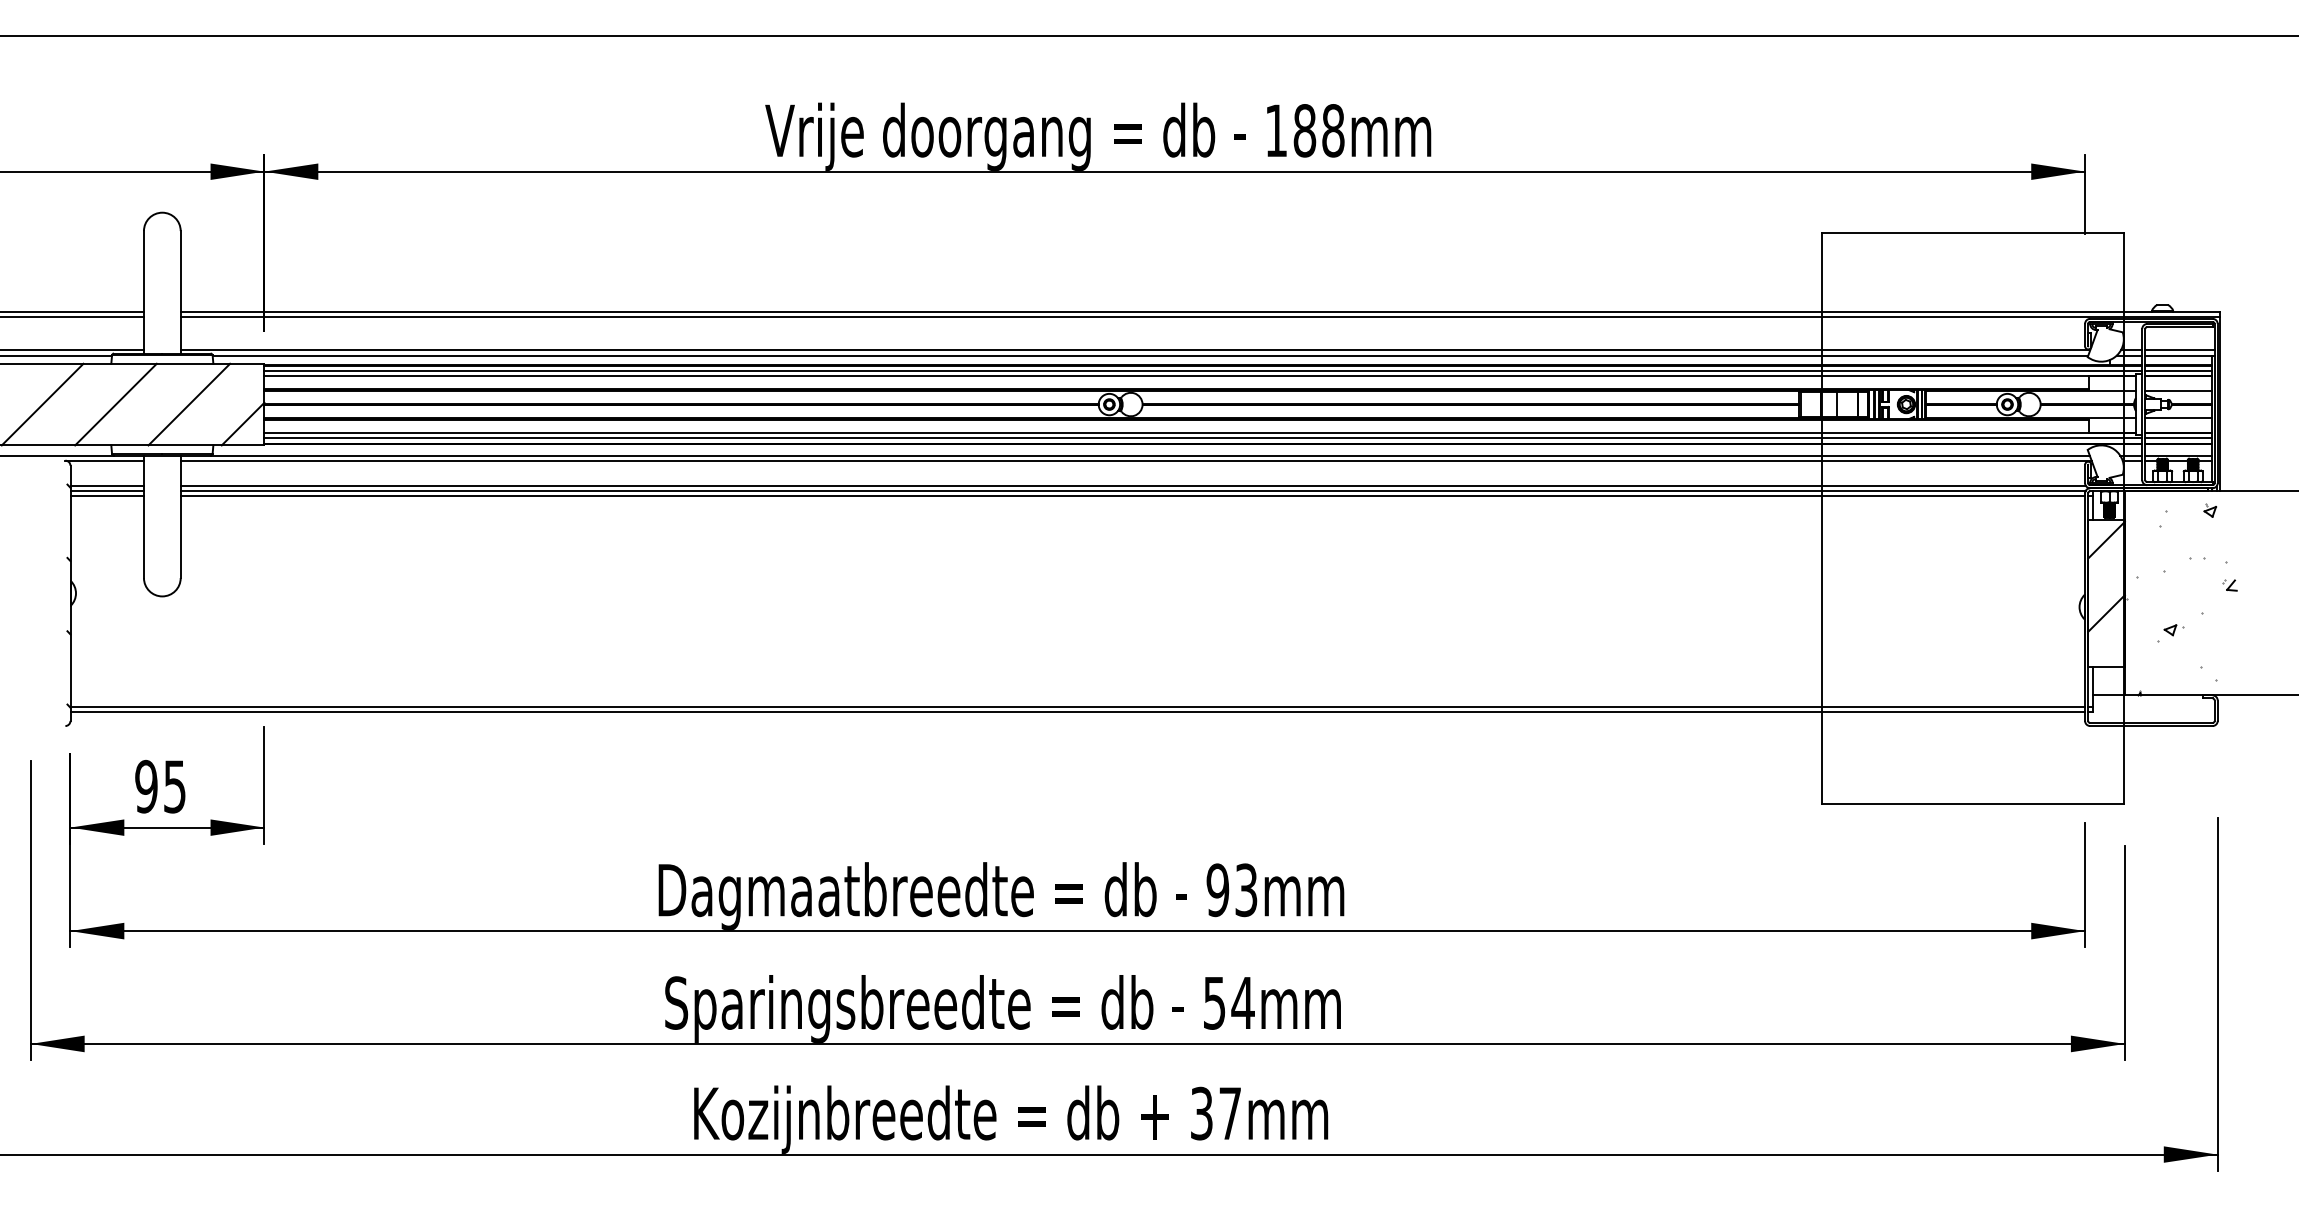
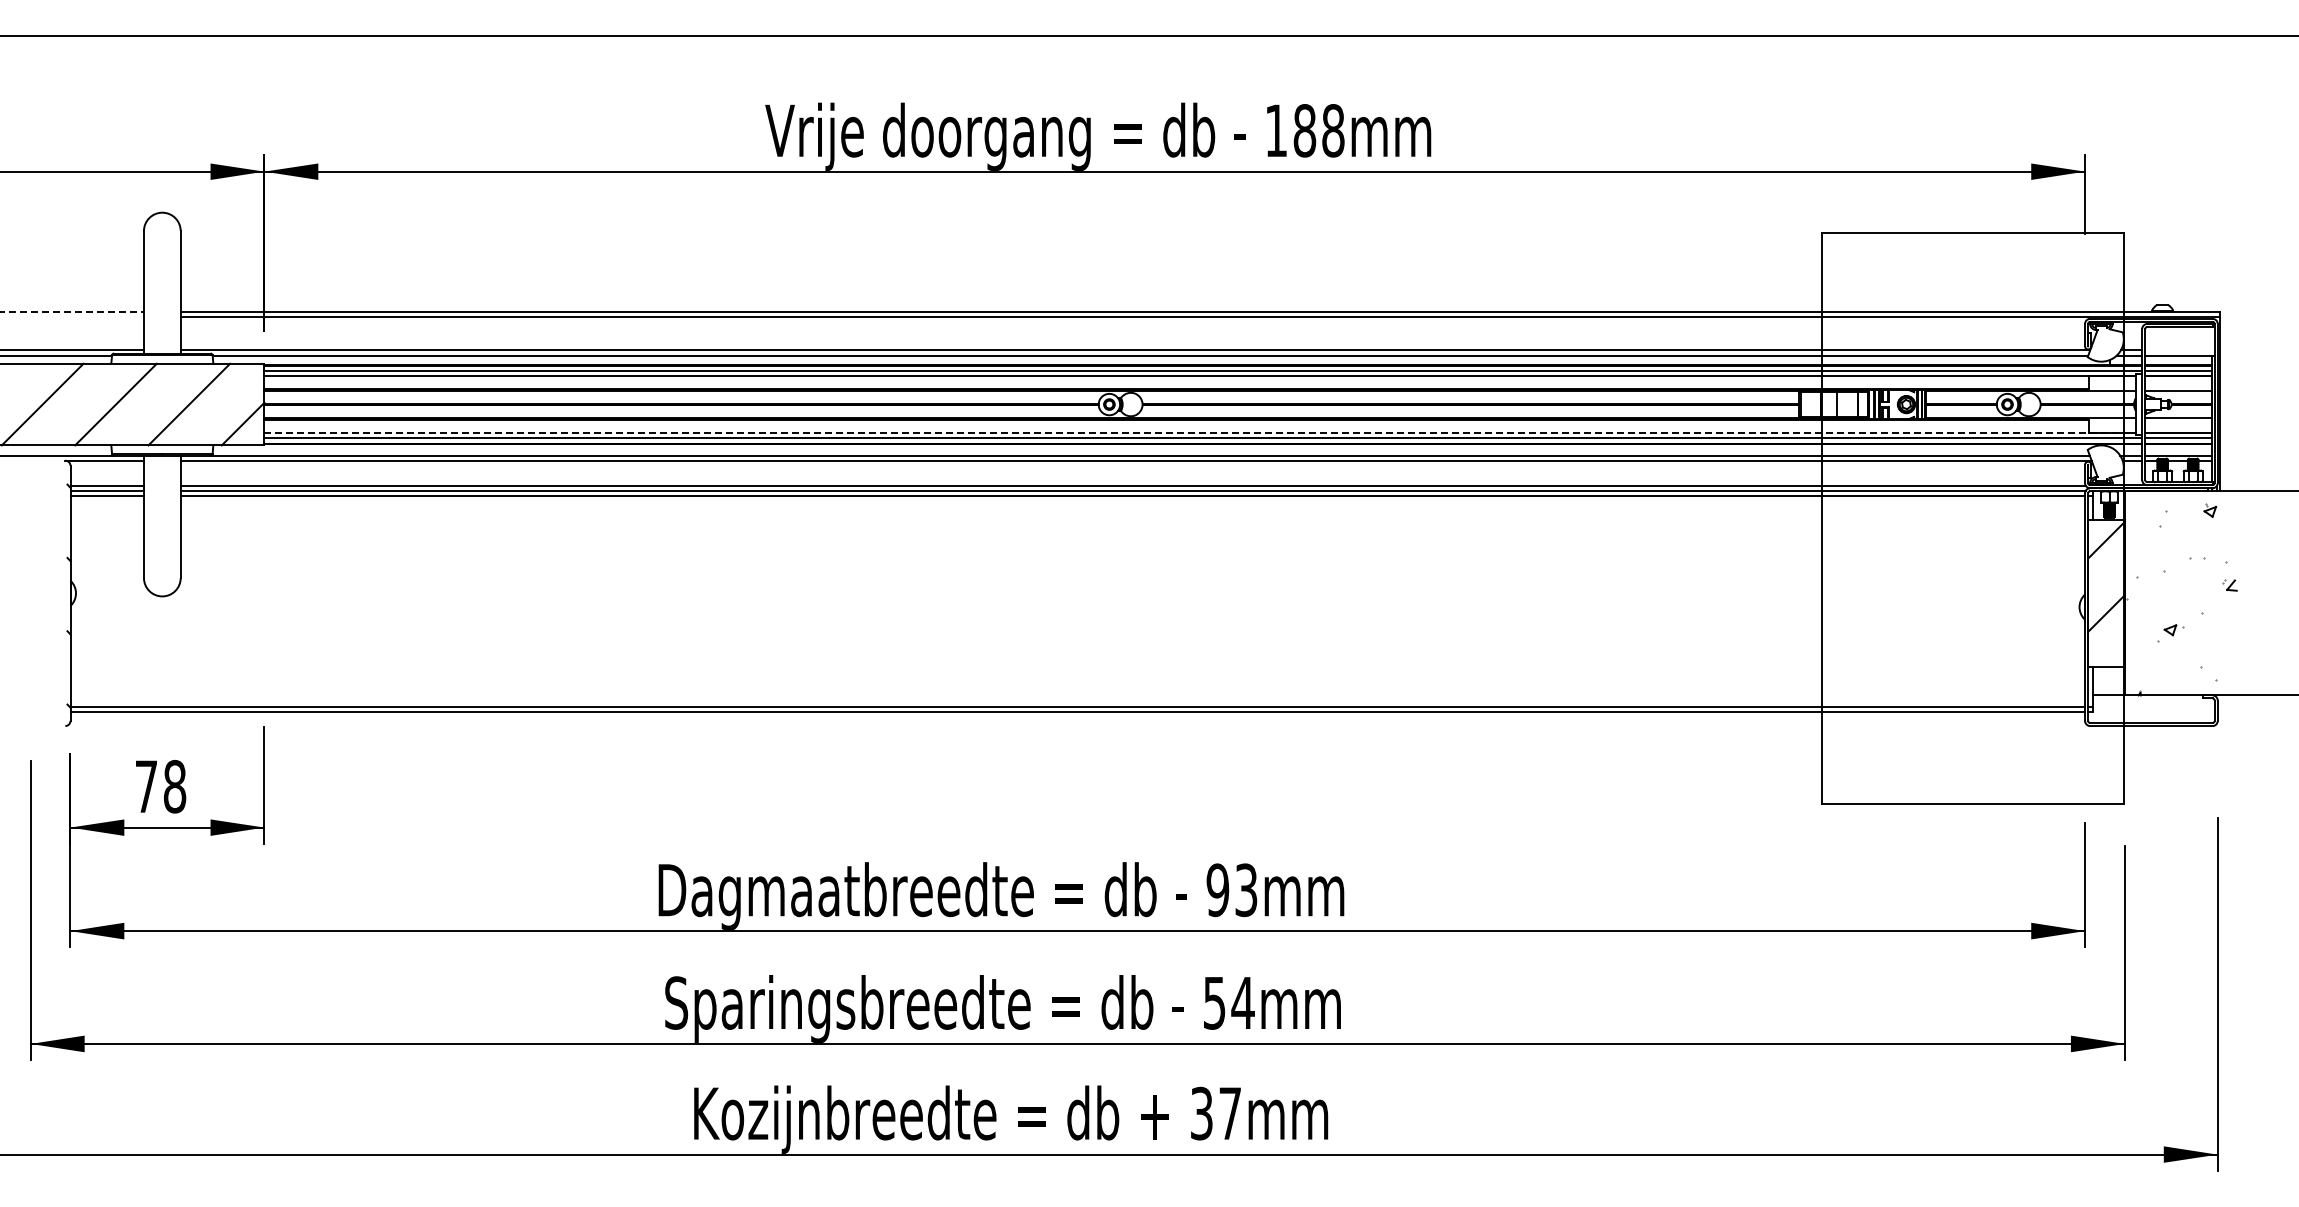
line at (72, 311): solid -> dashed
line at (72, 316): present -> none
line at (2179, 350): present -> none
line at (1200, 433): solid -> dashed
text at (160, 786): 95 -> 78
